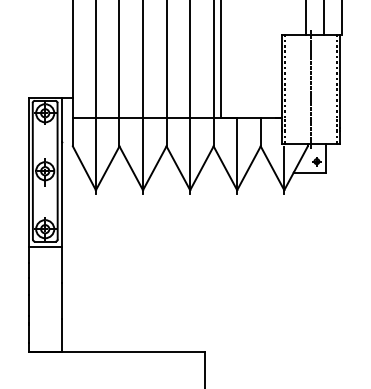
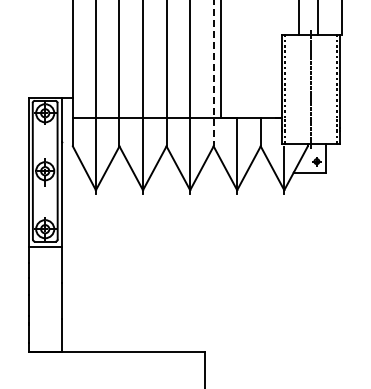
line at (305, 18) position: (305, 18) -> (298, 18)
line at (323, 18) position: (323, 18) -> (317, 18)
line at (213, 73): solid -> dashed
